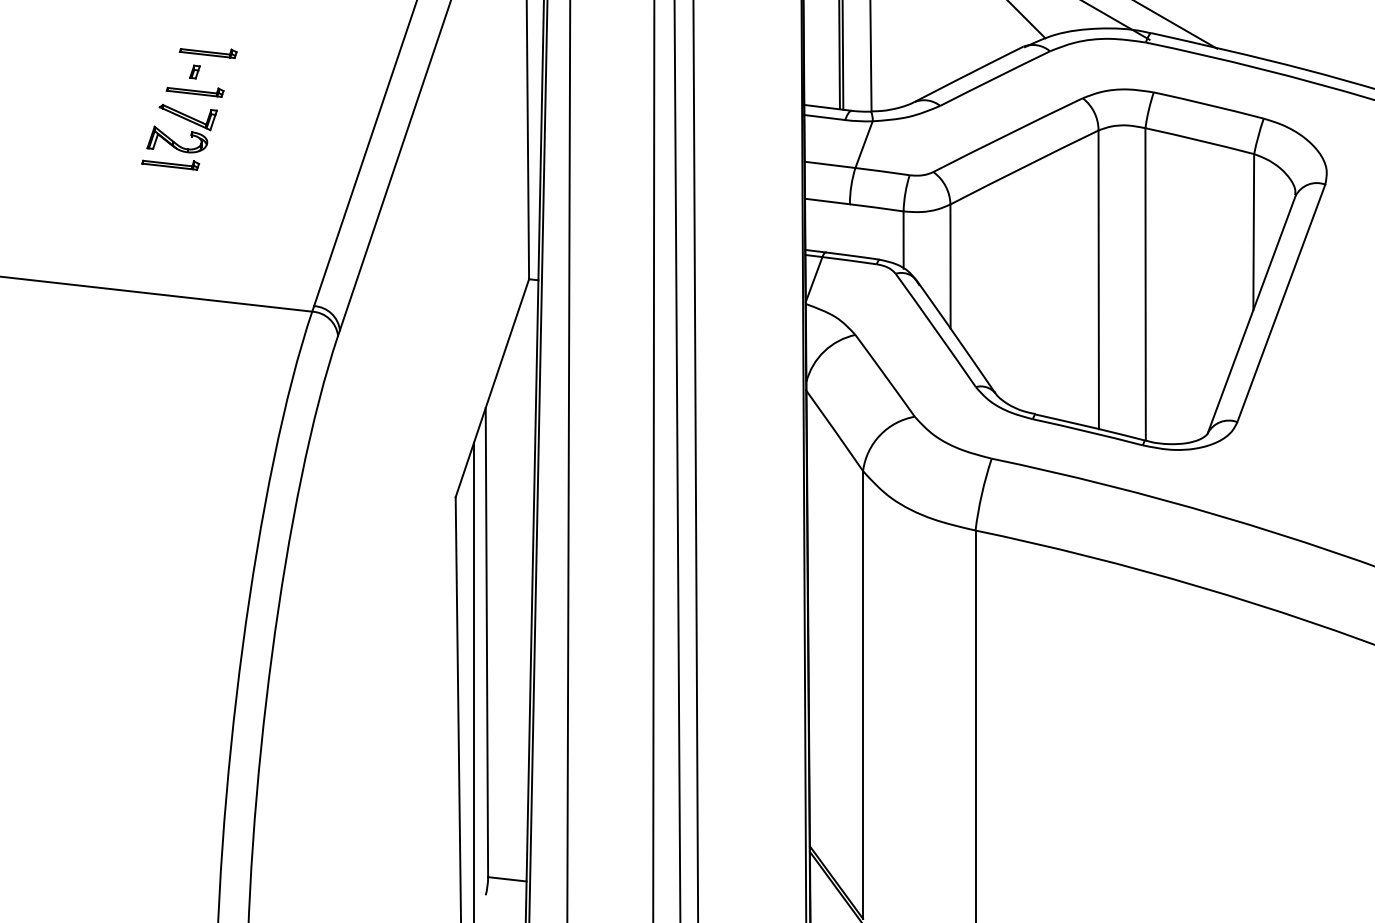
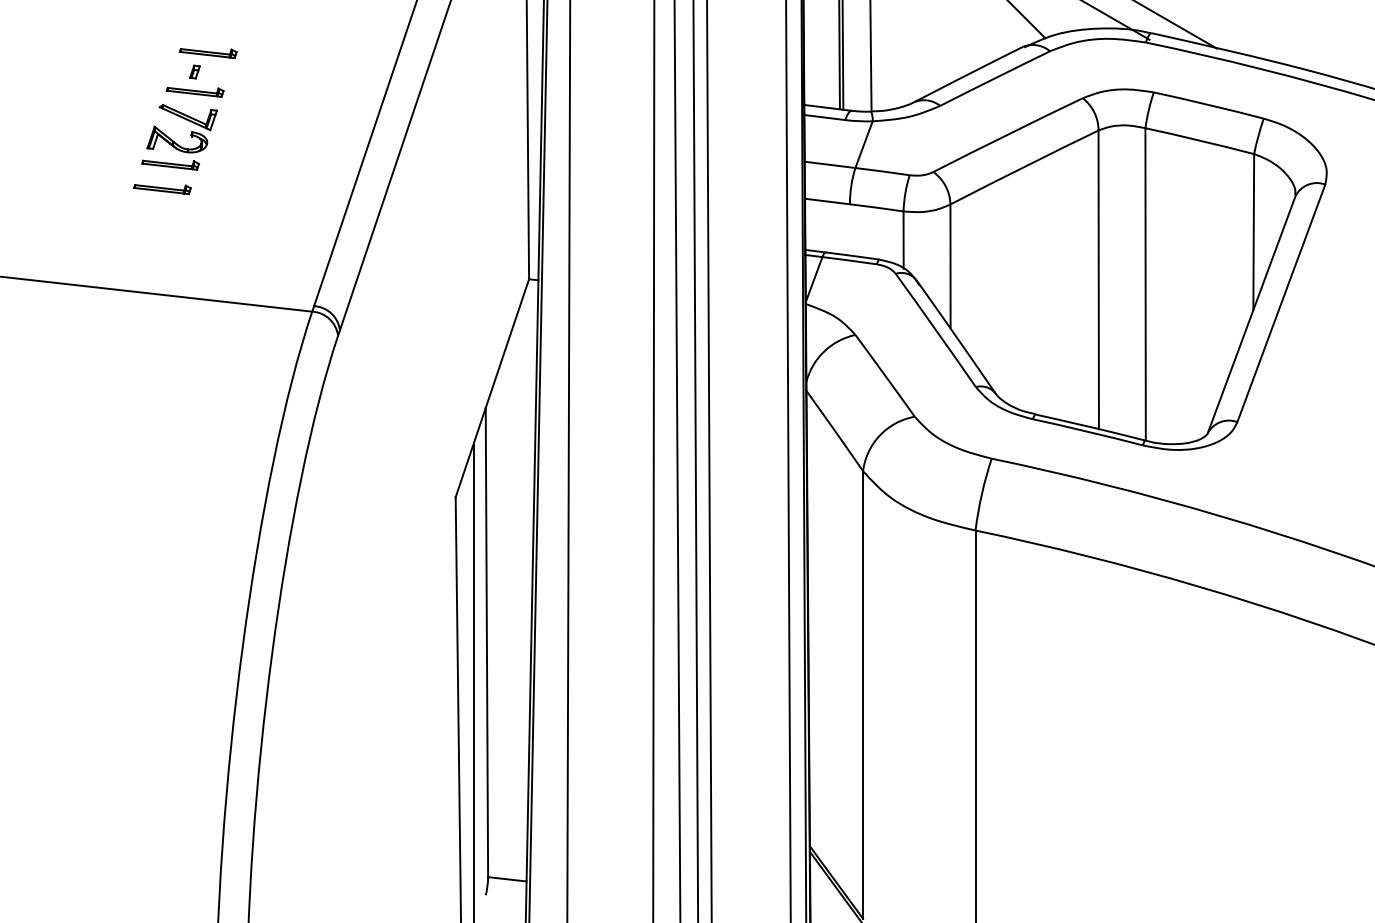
part at (162, 189): none -> present
line at (709, 460): none -> present
line at (788, 460): none -> present
